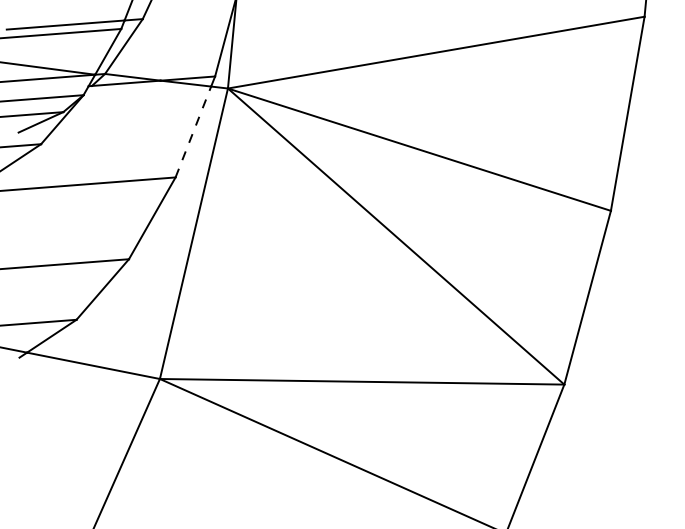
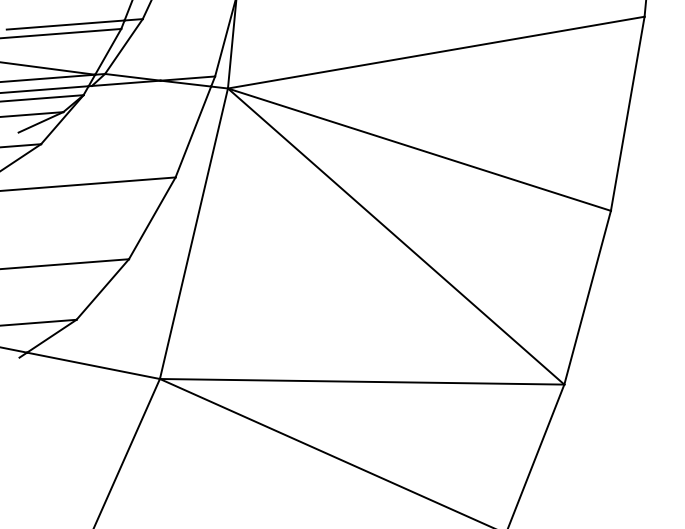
line at (45, 89): none -> present
line at (193, 132): dashed -> solid
